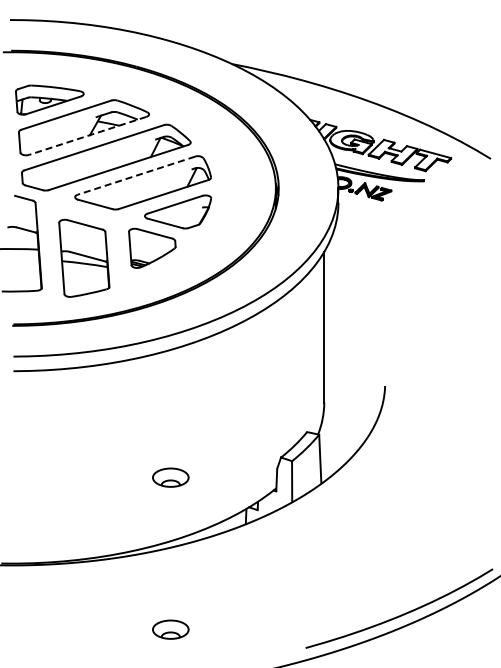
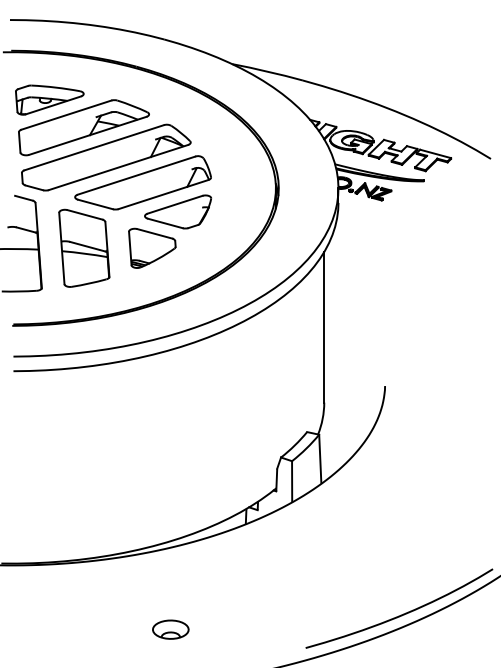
line at (87, 135): dashed -> solid
line at (136, 175): dashed -> solid
part at (84, 257) position: (84, 257) -> (84, 247)
part at (170, 477): present -> none
